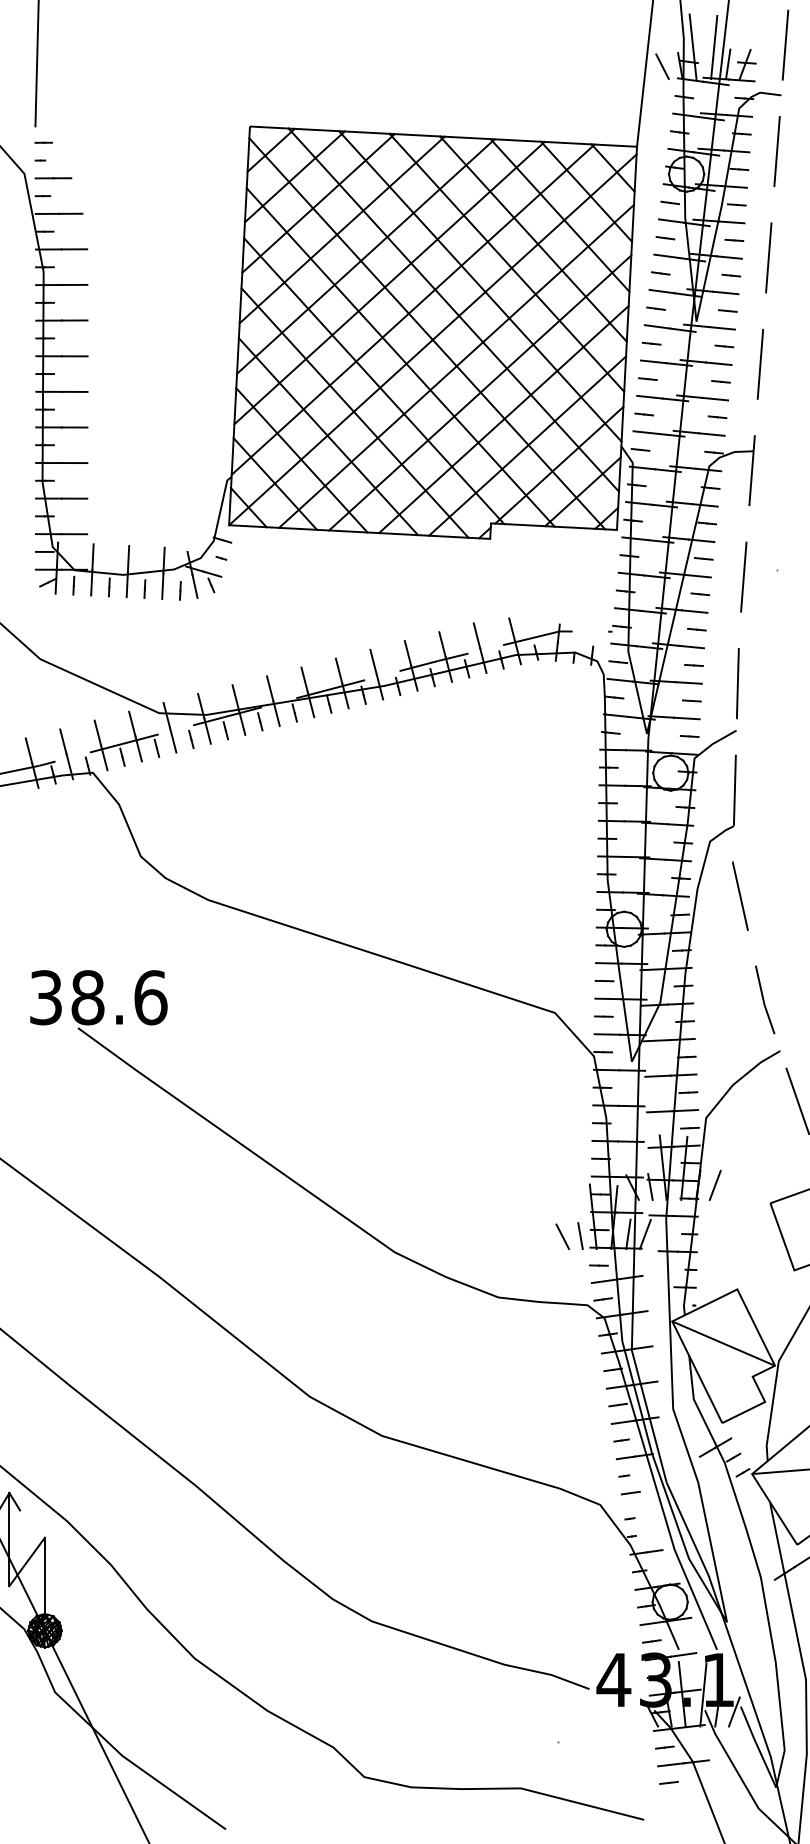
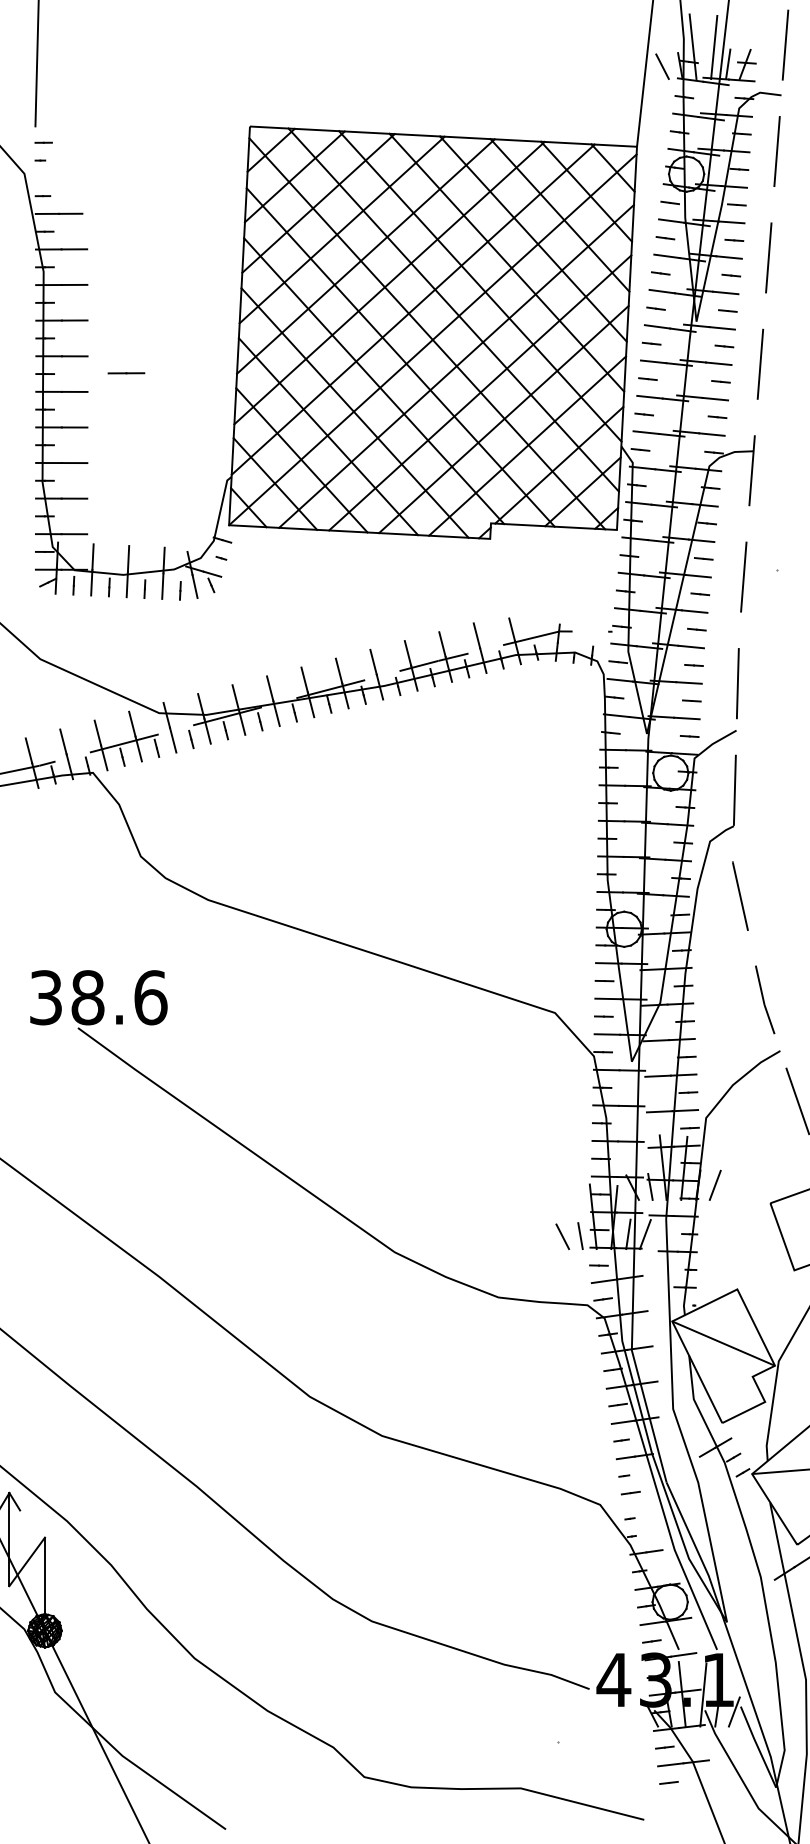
line at (53, 178) position: (53, 178) -> (126, 373)
